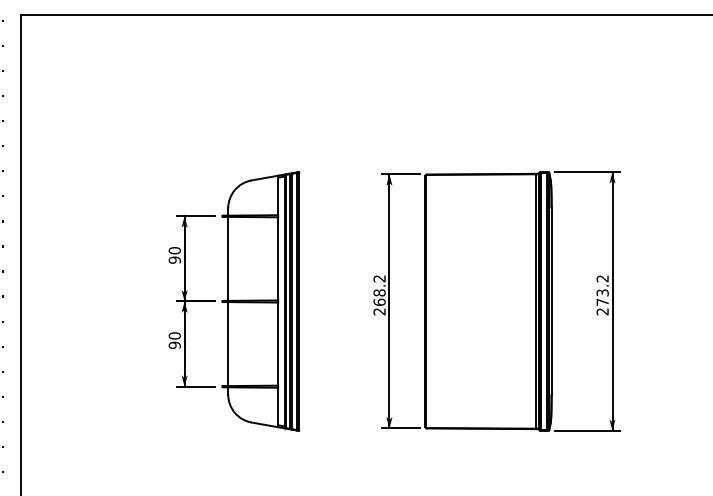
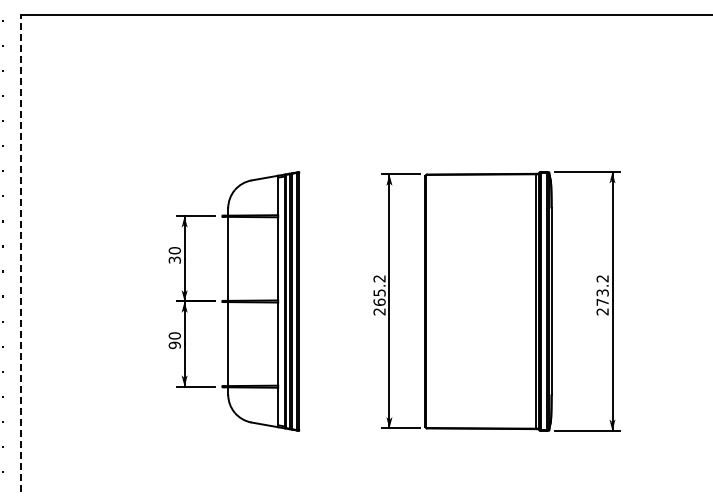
line at (21, 254): solid -> dashed
text at (174, 259): 90 -> 30
text at (379, 292): 268.2 -> 265.2
